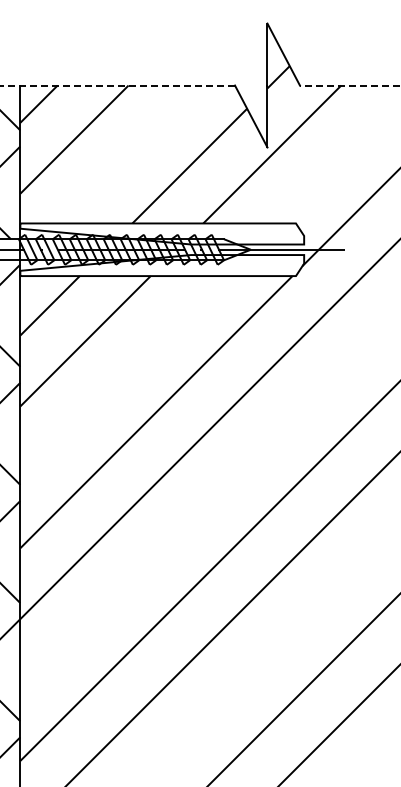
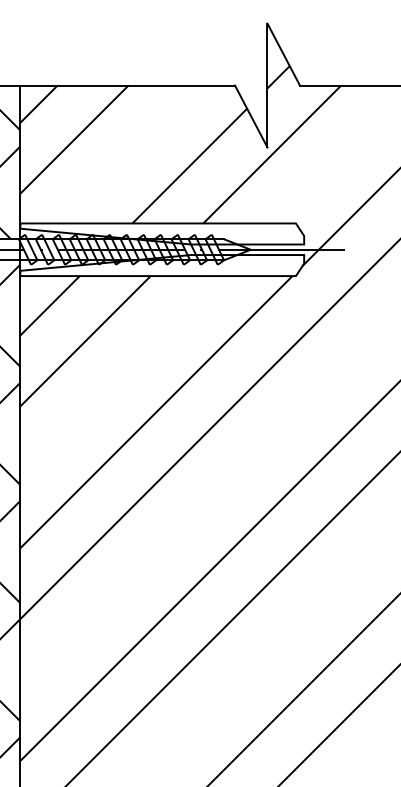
line at (117, 85): dashed -> solid
line at (349, 85): dashed -> solid
